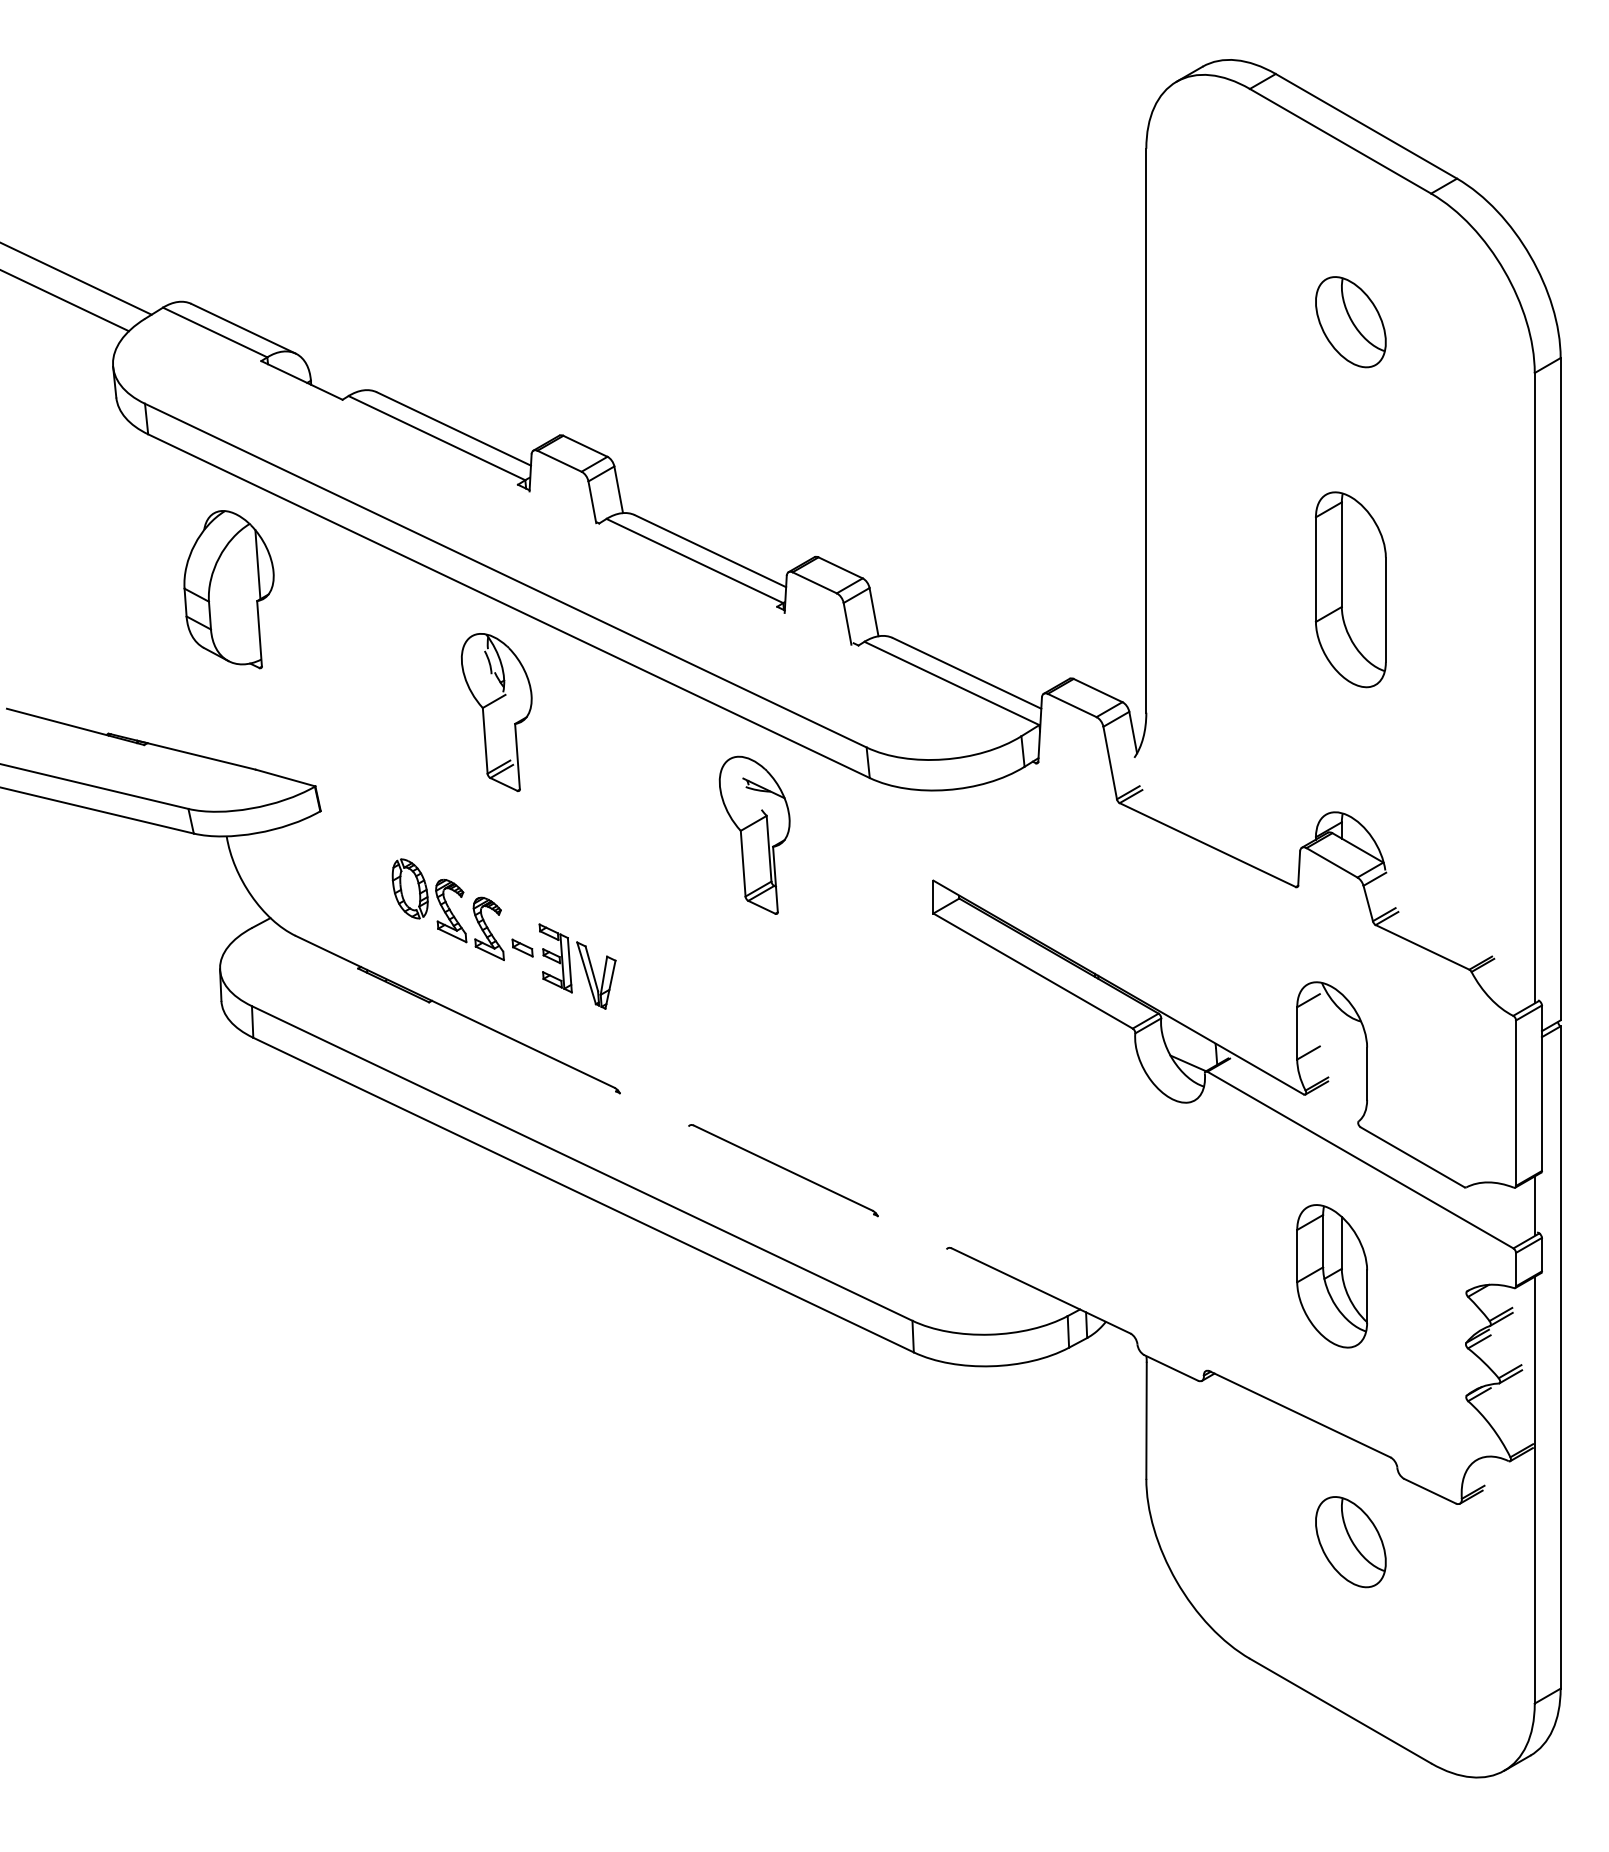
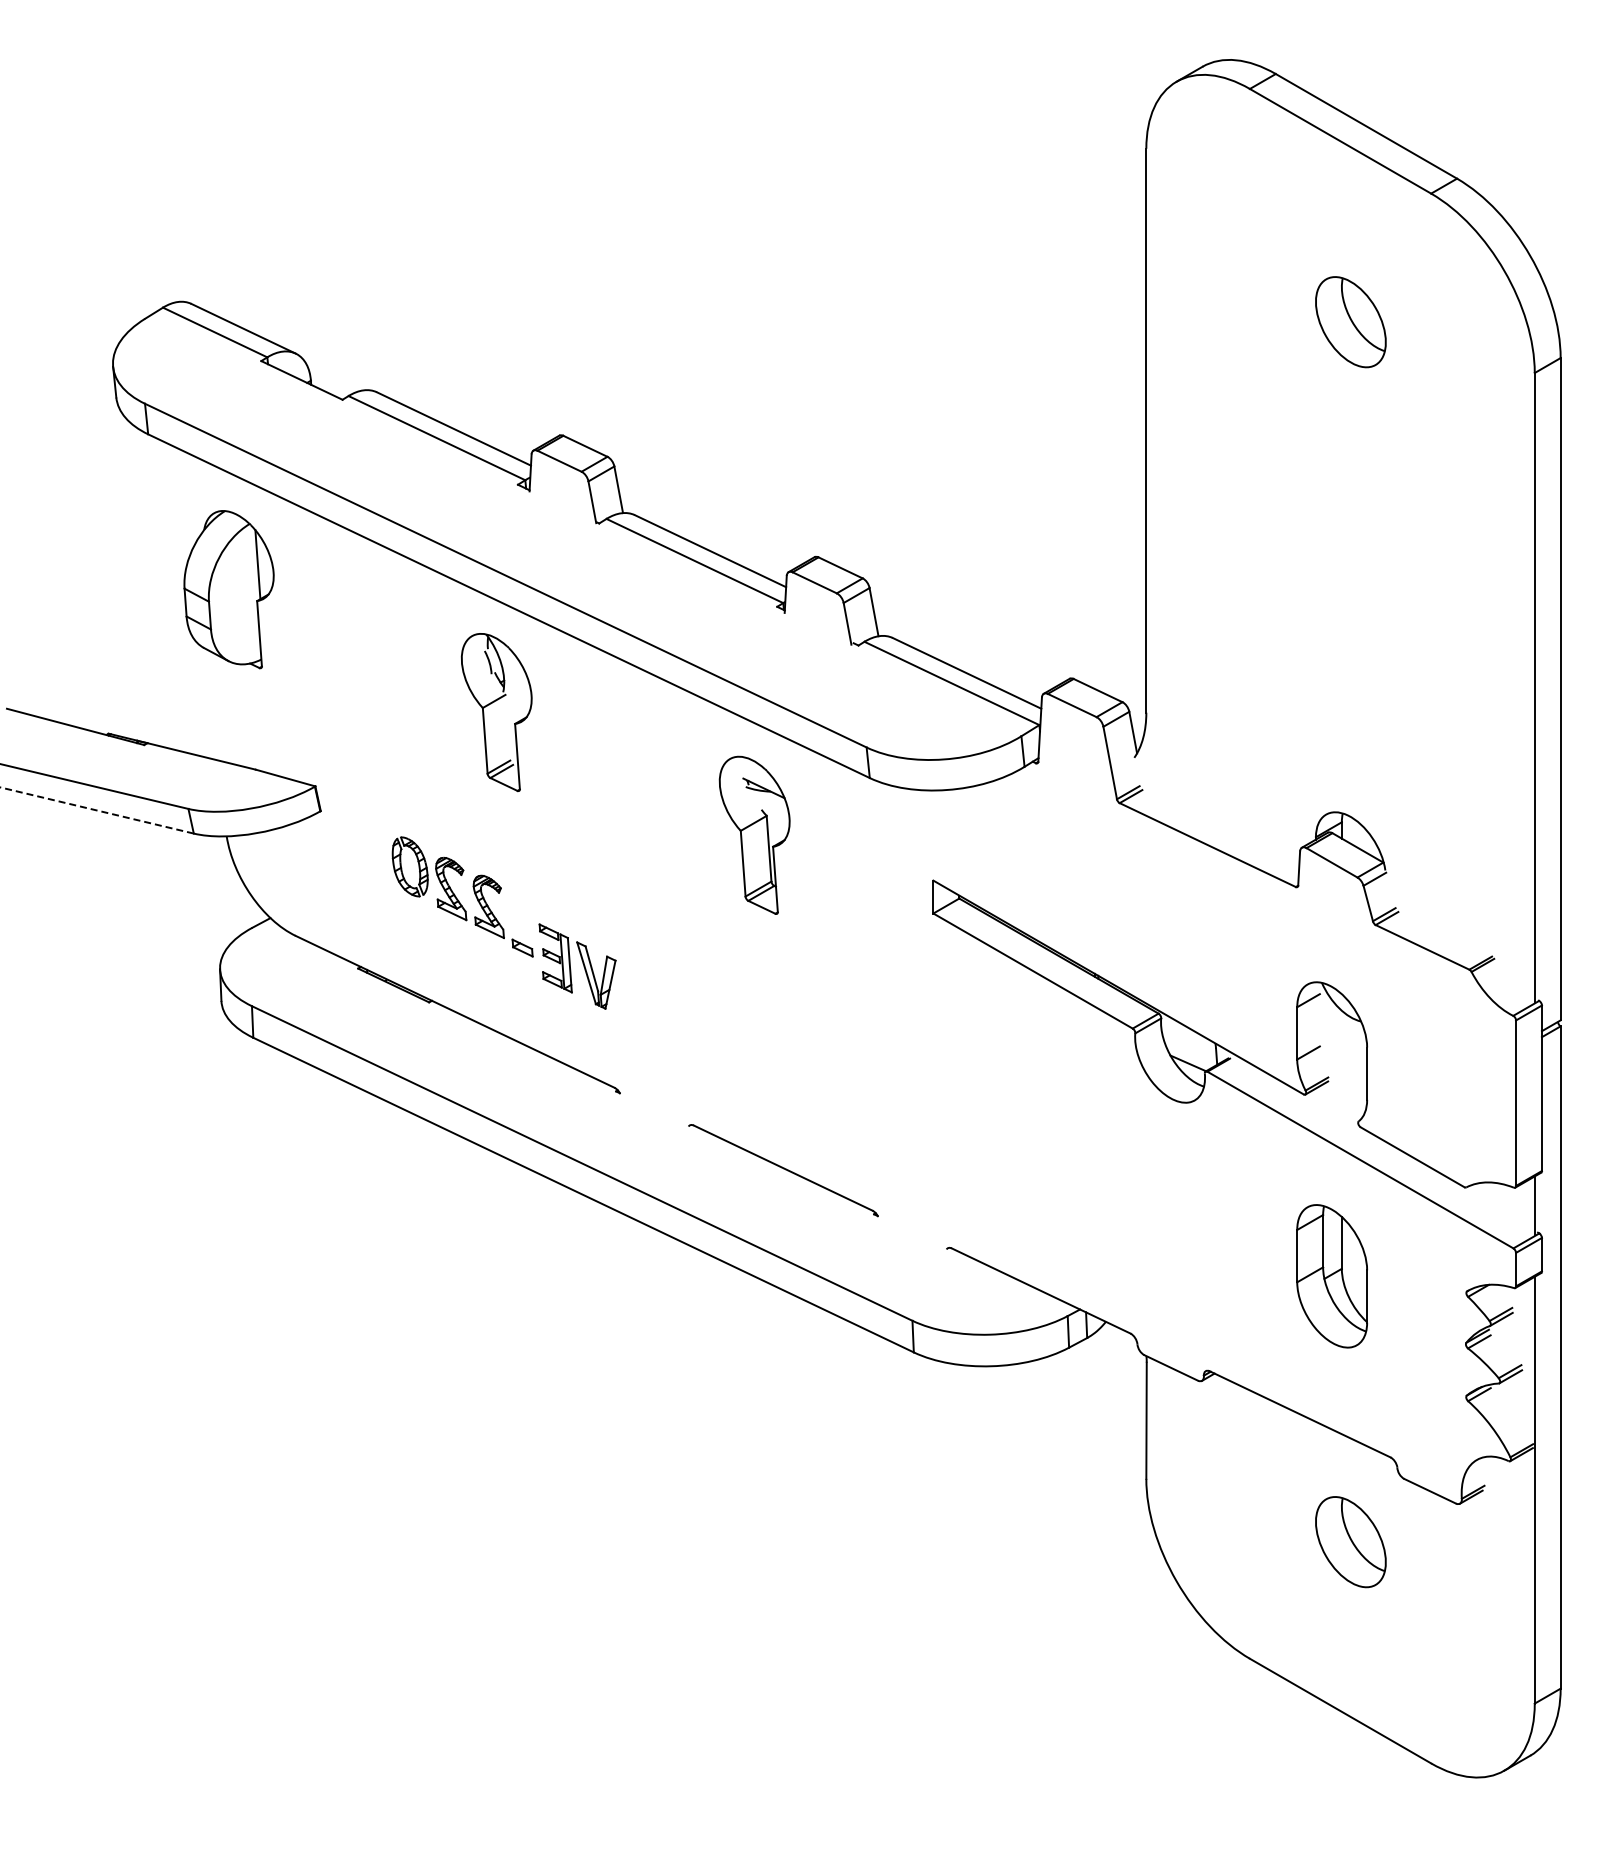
line at (76, 278): present -> none
line at (65, 301): present -> none
part at (1350, 589): present -> none
line at (96, 810): solid -> dashed
part at (447, 909) position: (447, 909) -> (447, 887)
